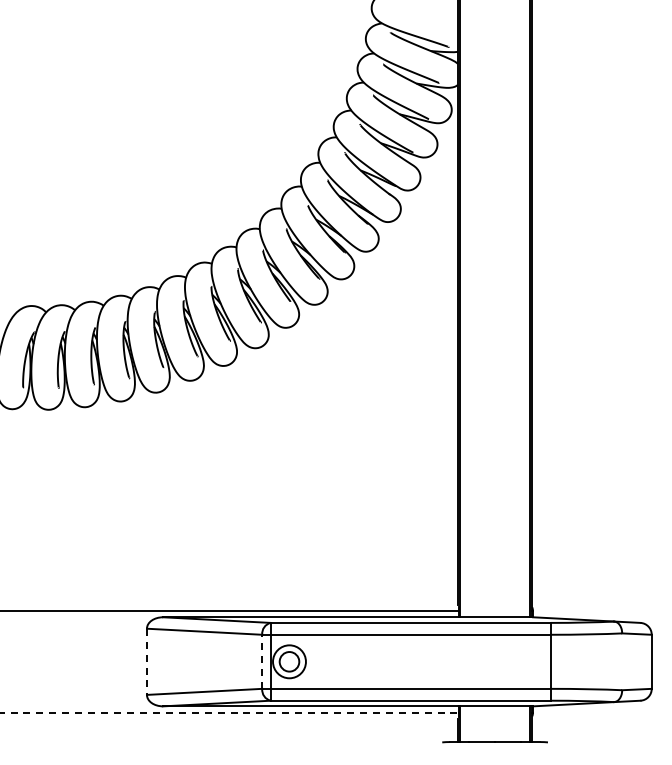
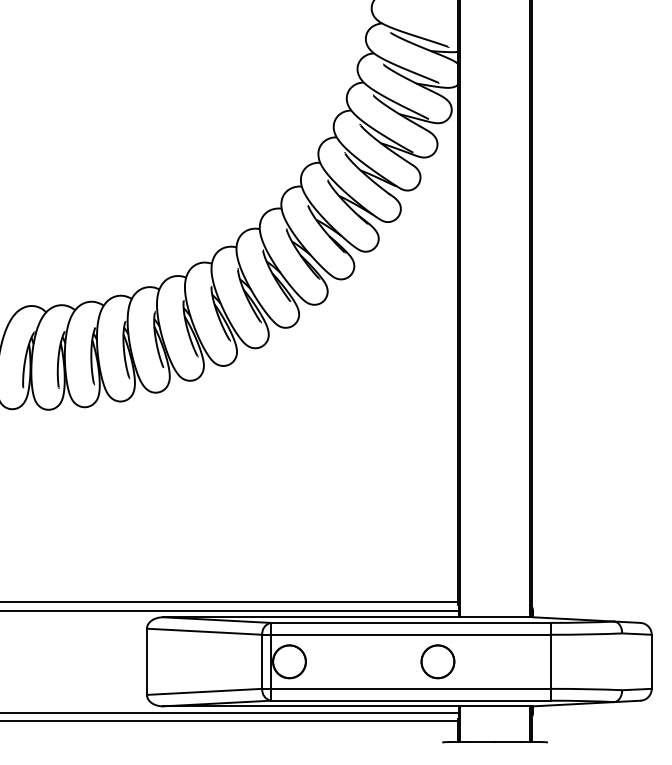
line at (230, 602): none -> present
line at (262, 661): dashed -> solid
circle at (289, 661) diameter: 20 px -> 33 px
part at (437, 661): none -> present
line at (146, 662): dashed -> solid
line at (229, 712): dashed -> solid
line at (230, 721): none -> present
